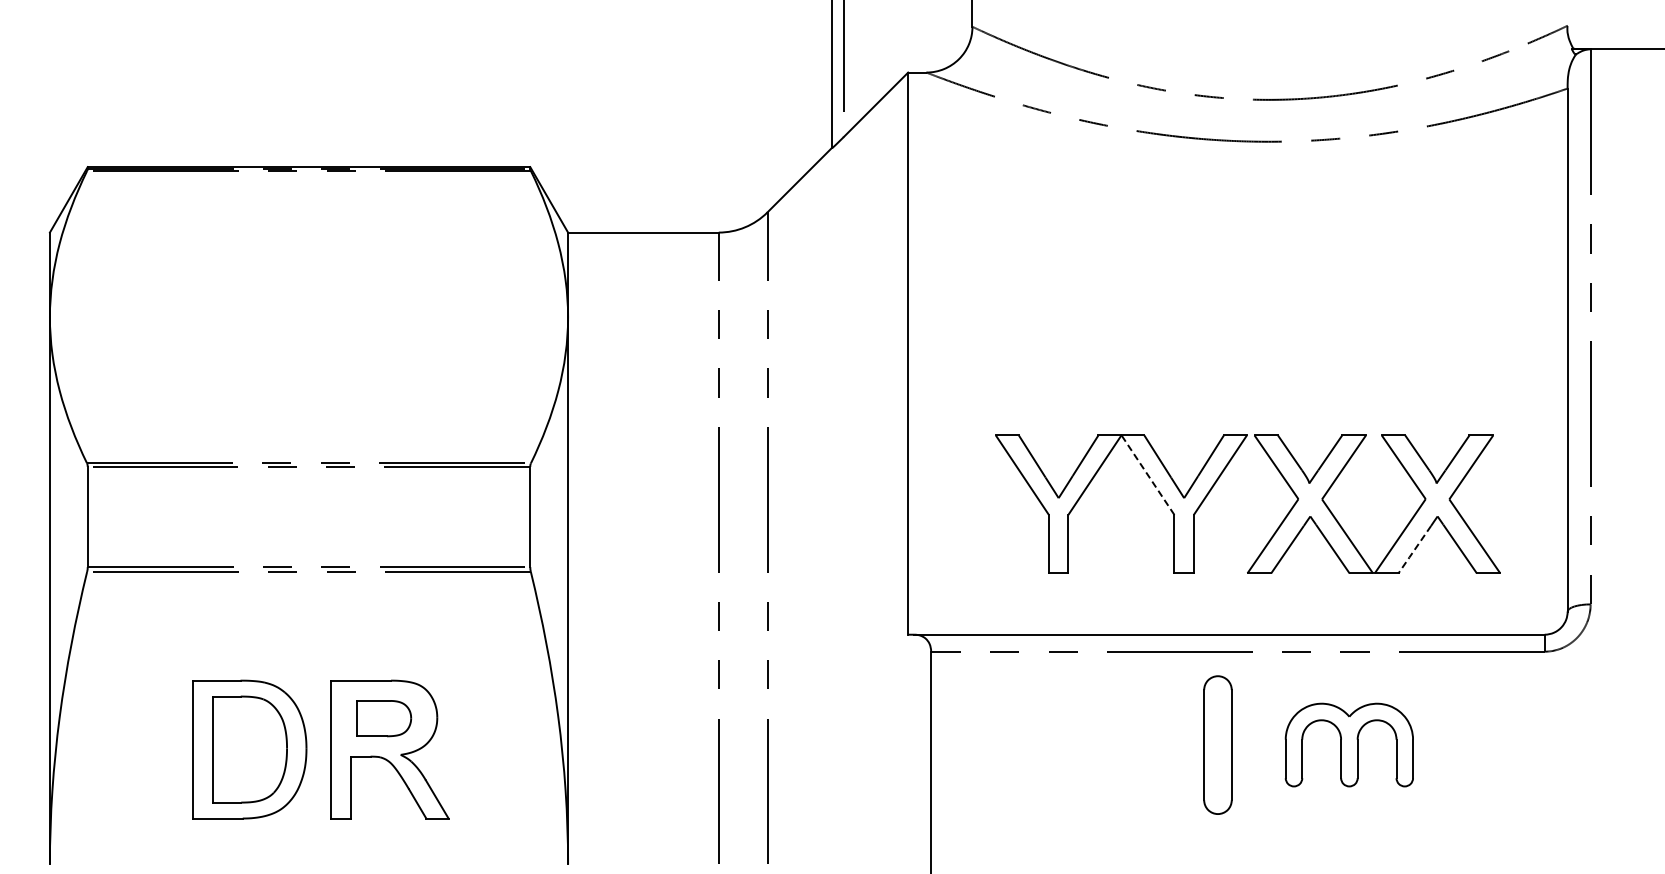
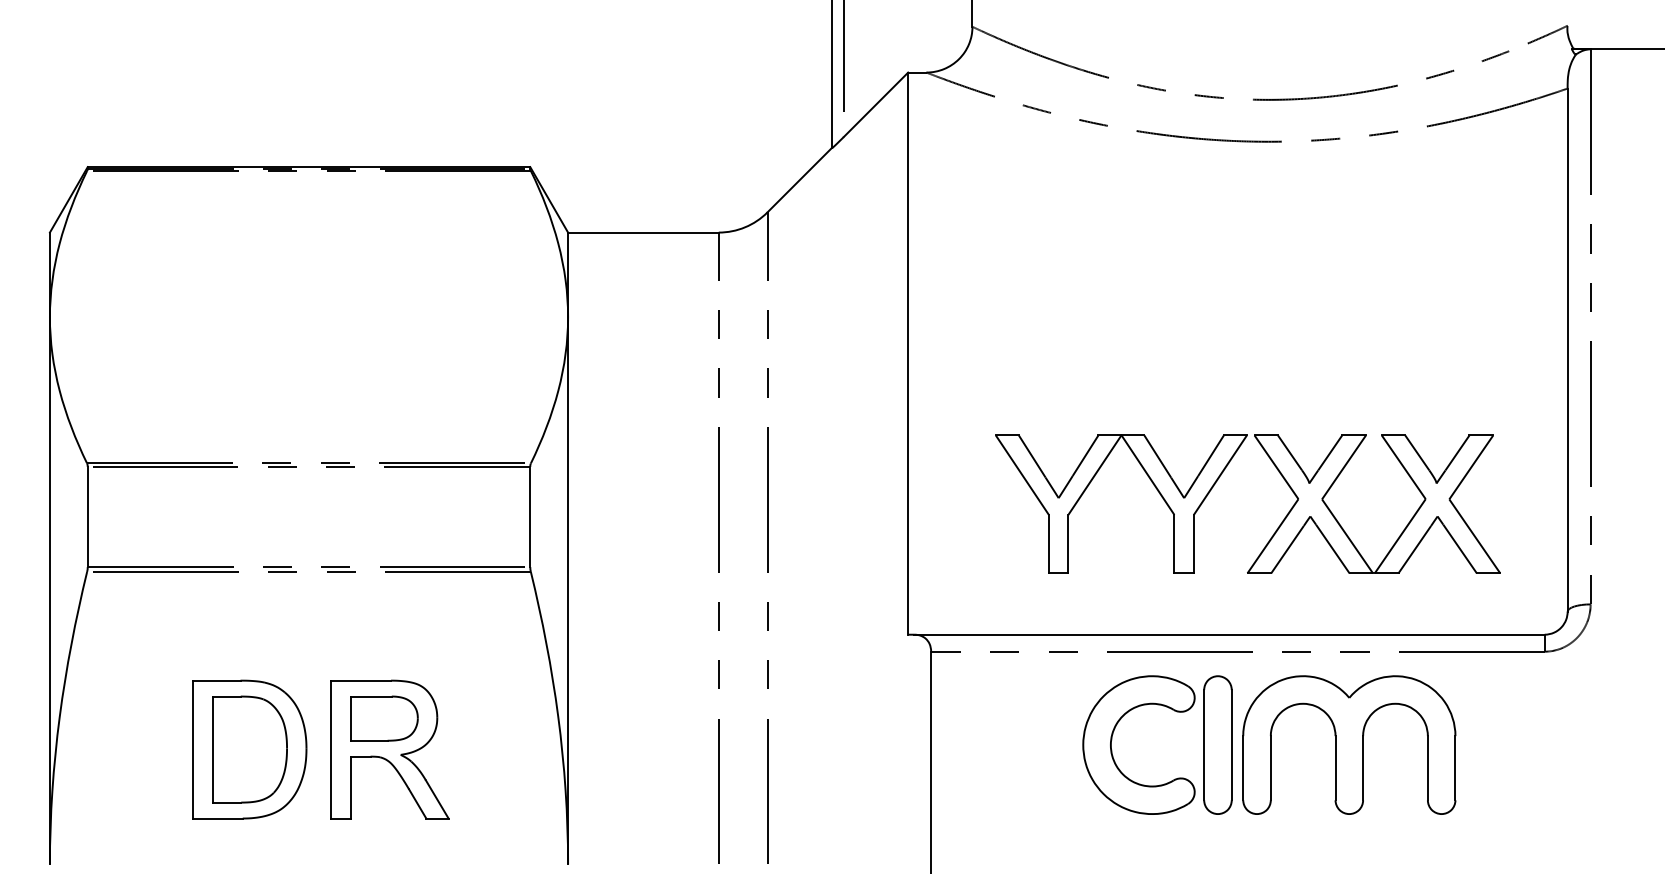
line at (1147, 474): dashed -> solid
line at (1414, 549): dashed -> solid
part at (384, 718) size: 57x38 px -> 69x47 px
part at (1112, 740): none -> present
part at (1348, 744) size: 130x86 px -> 215x140 px
